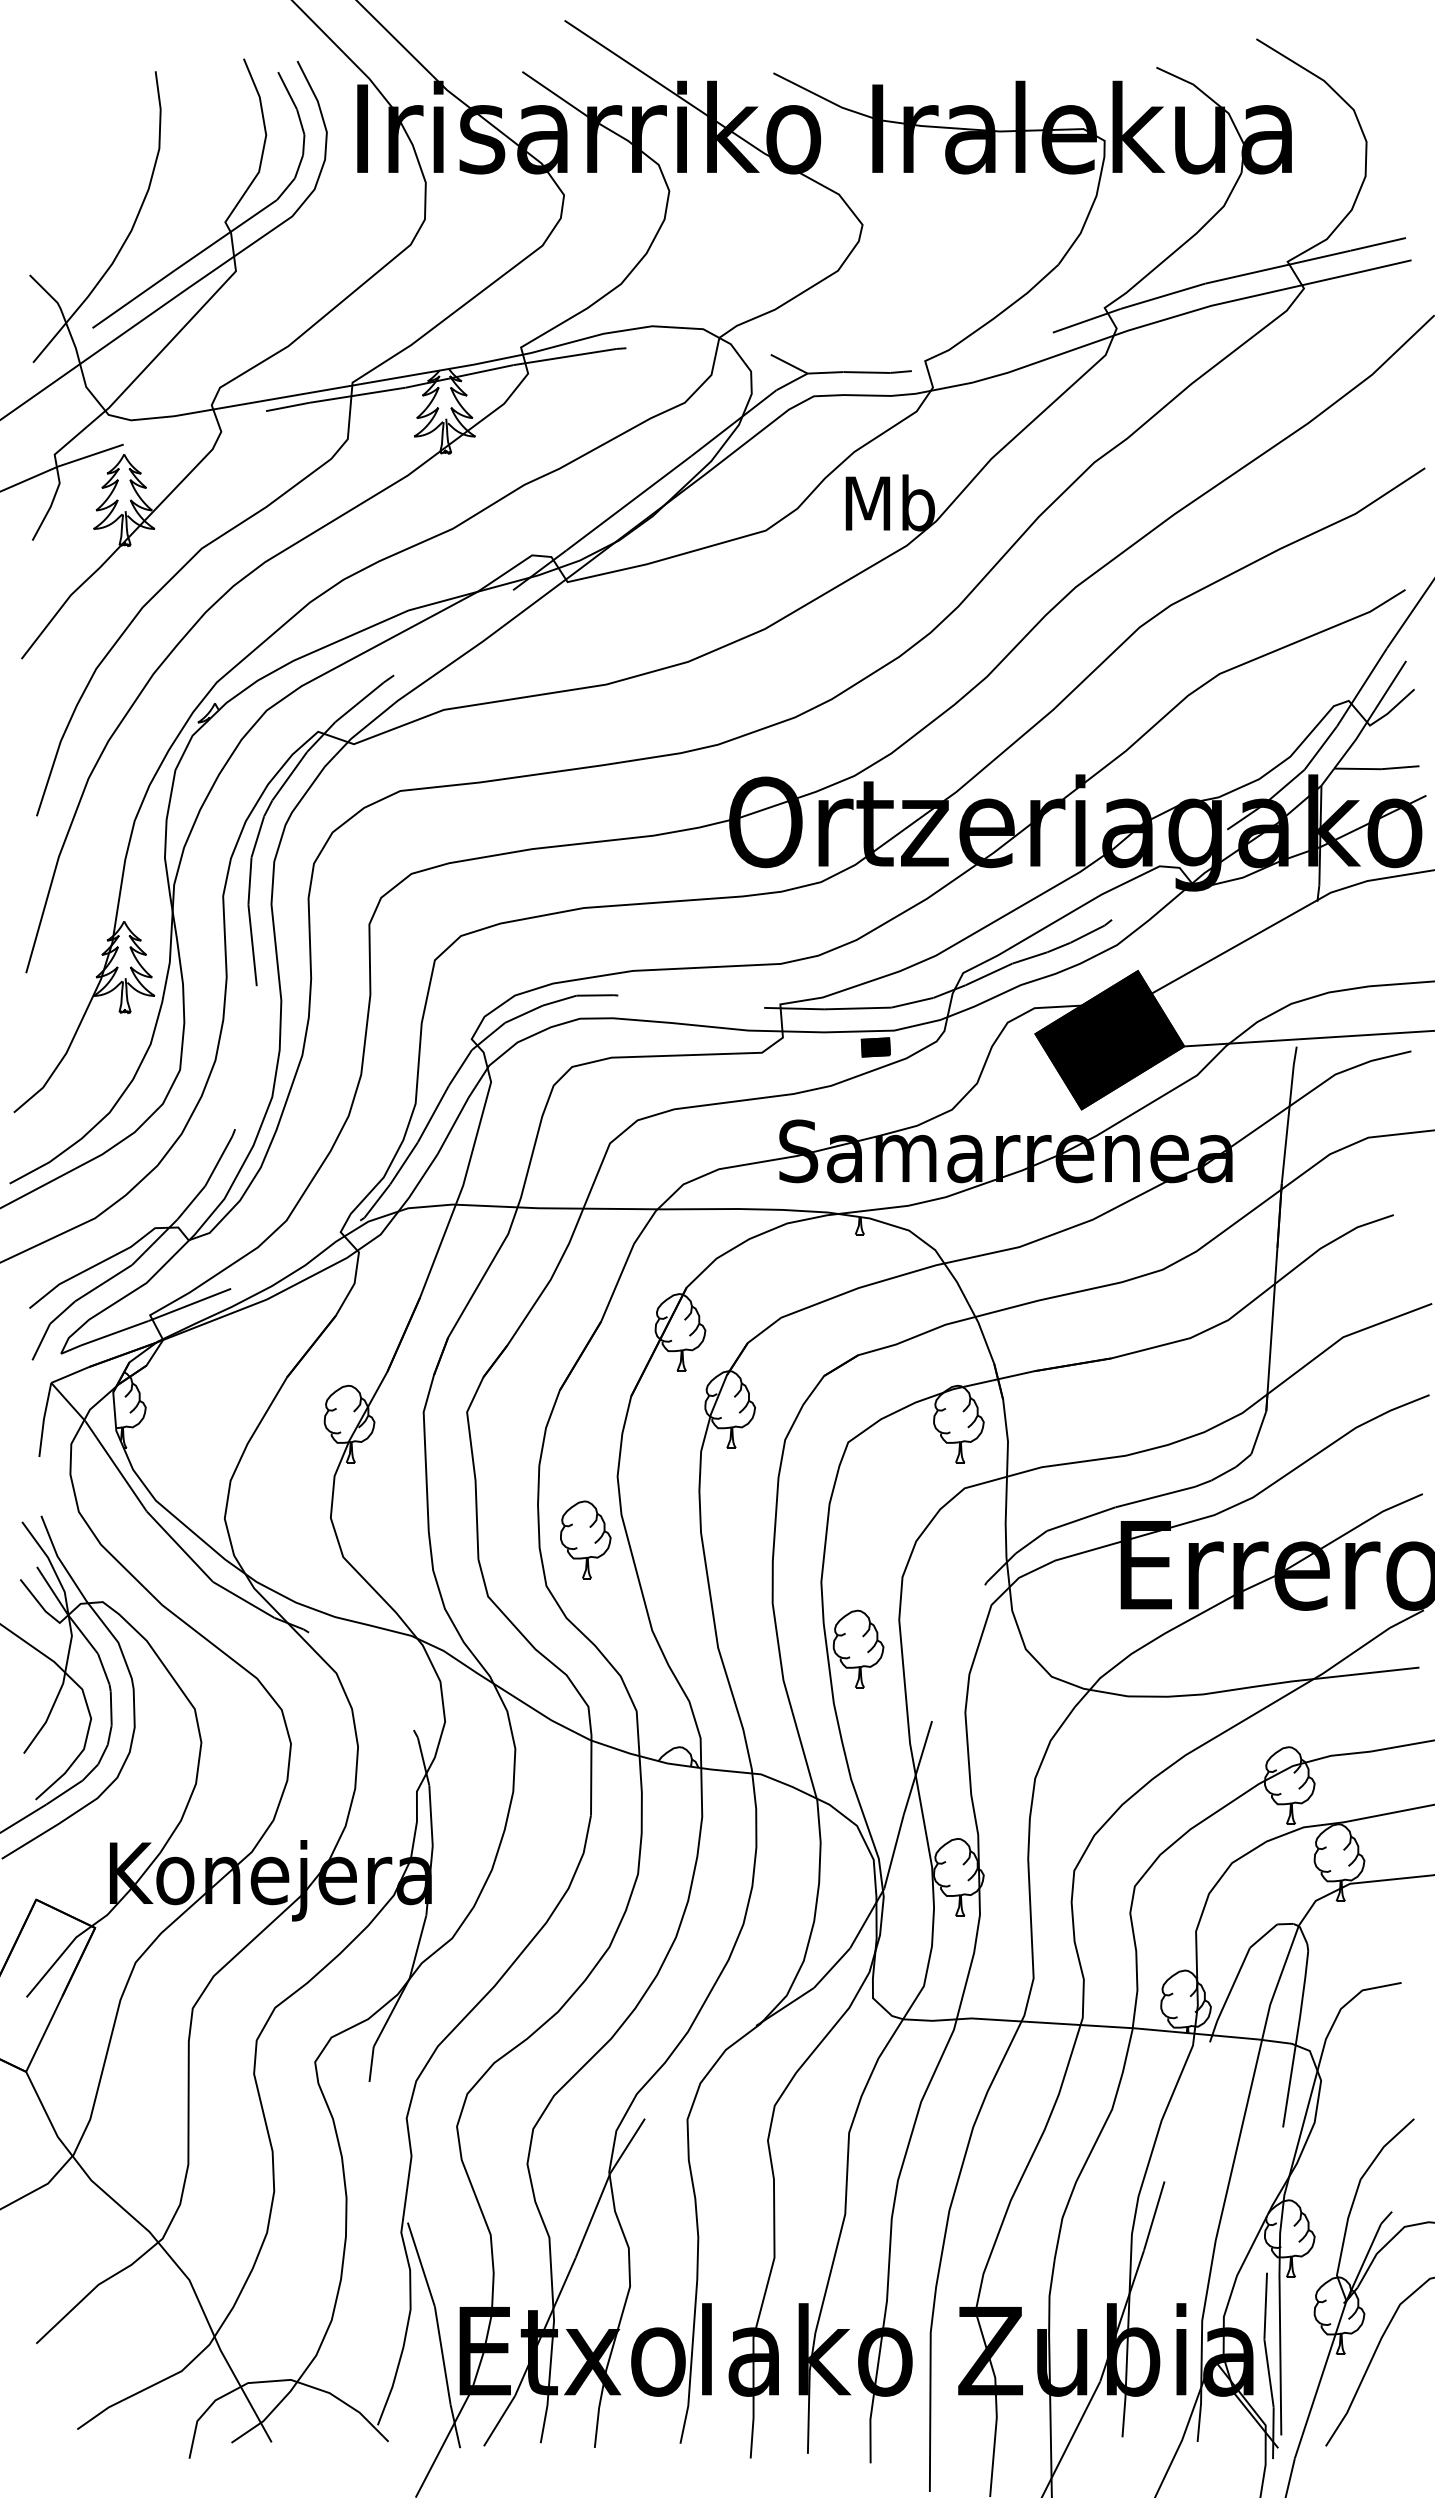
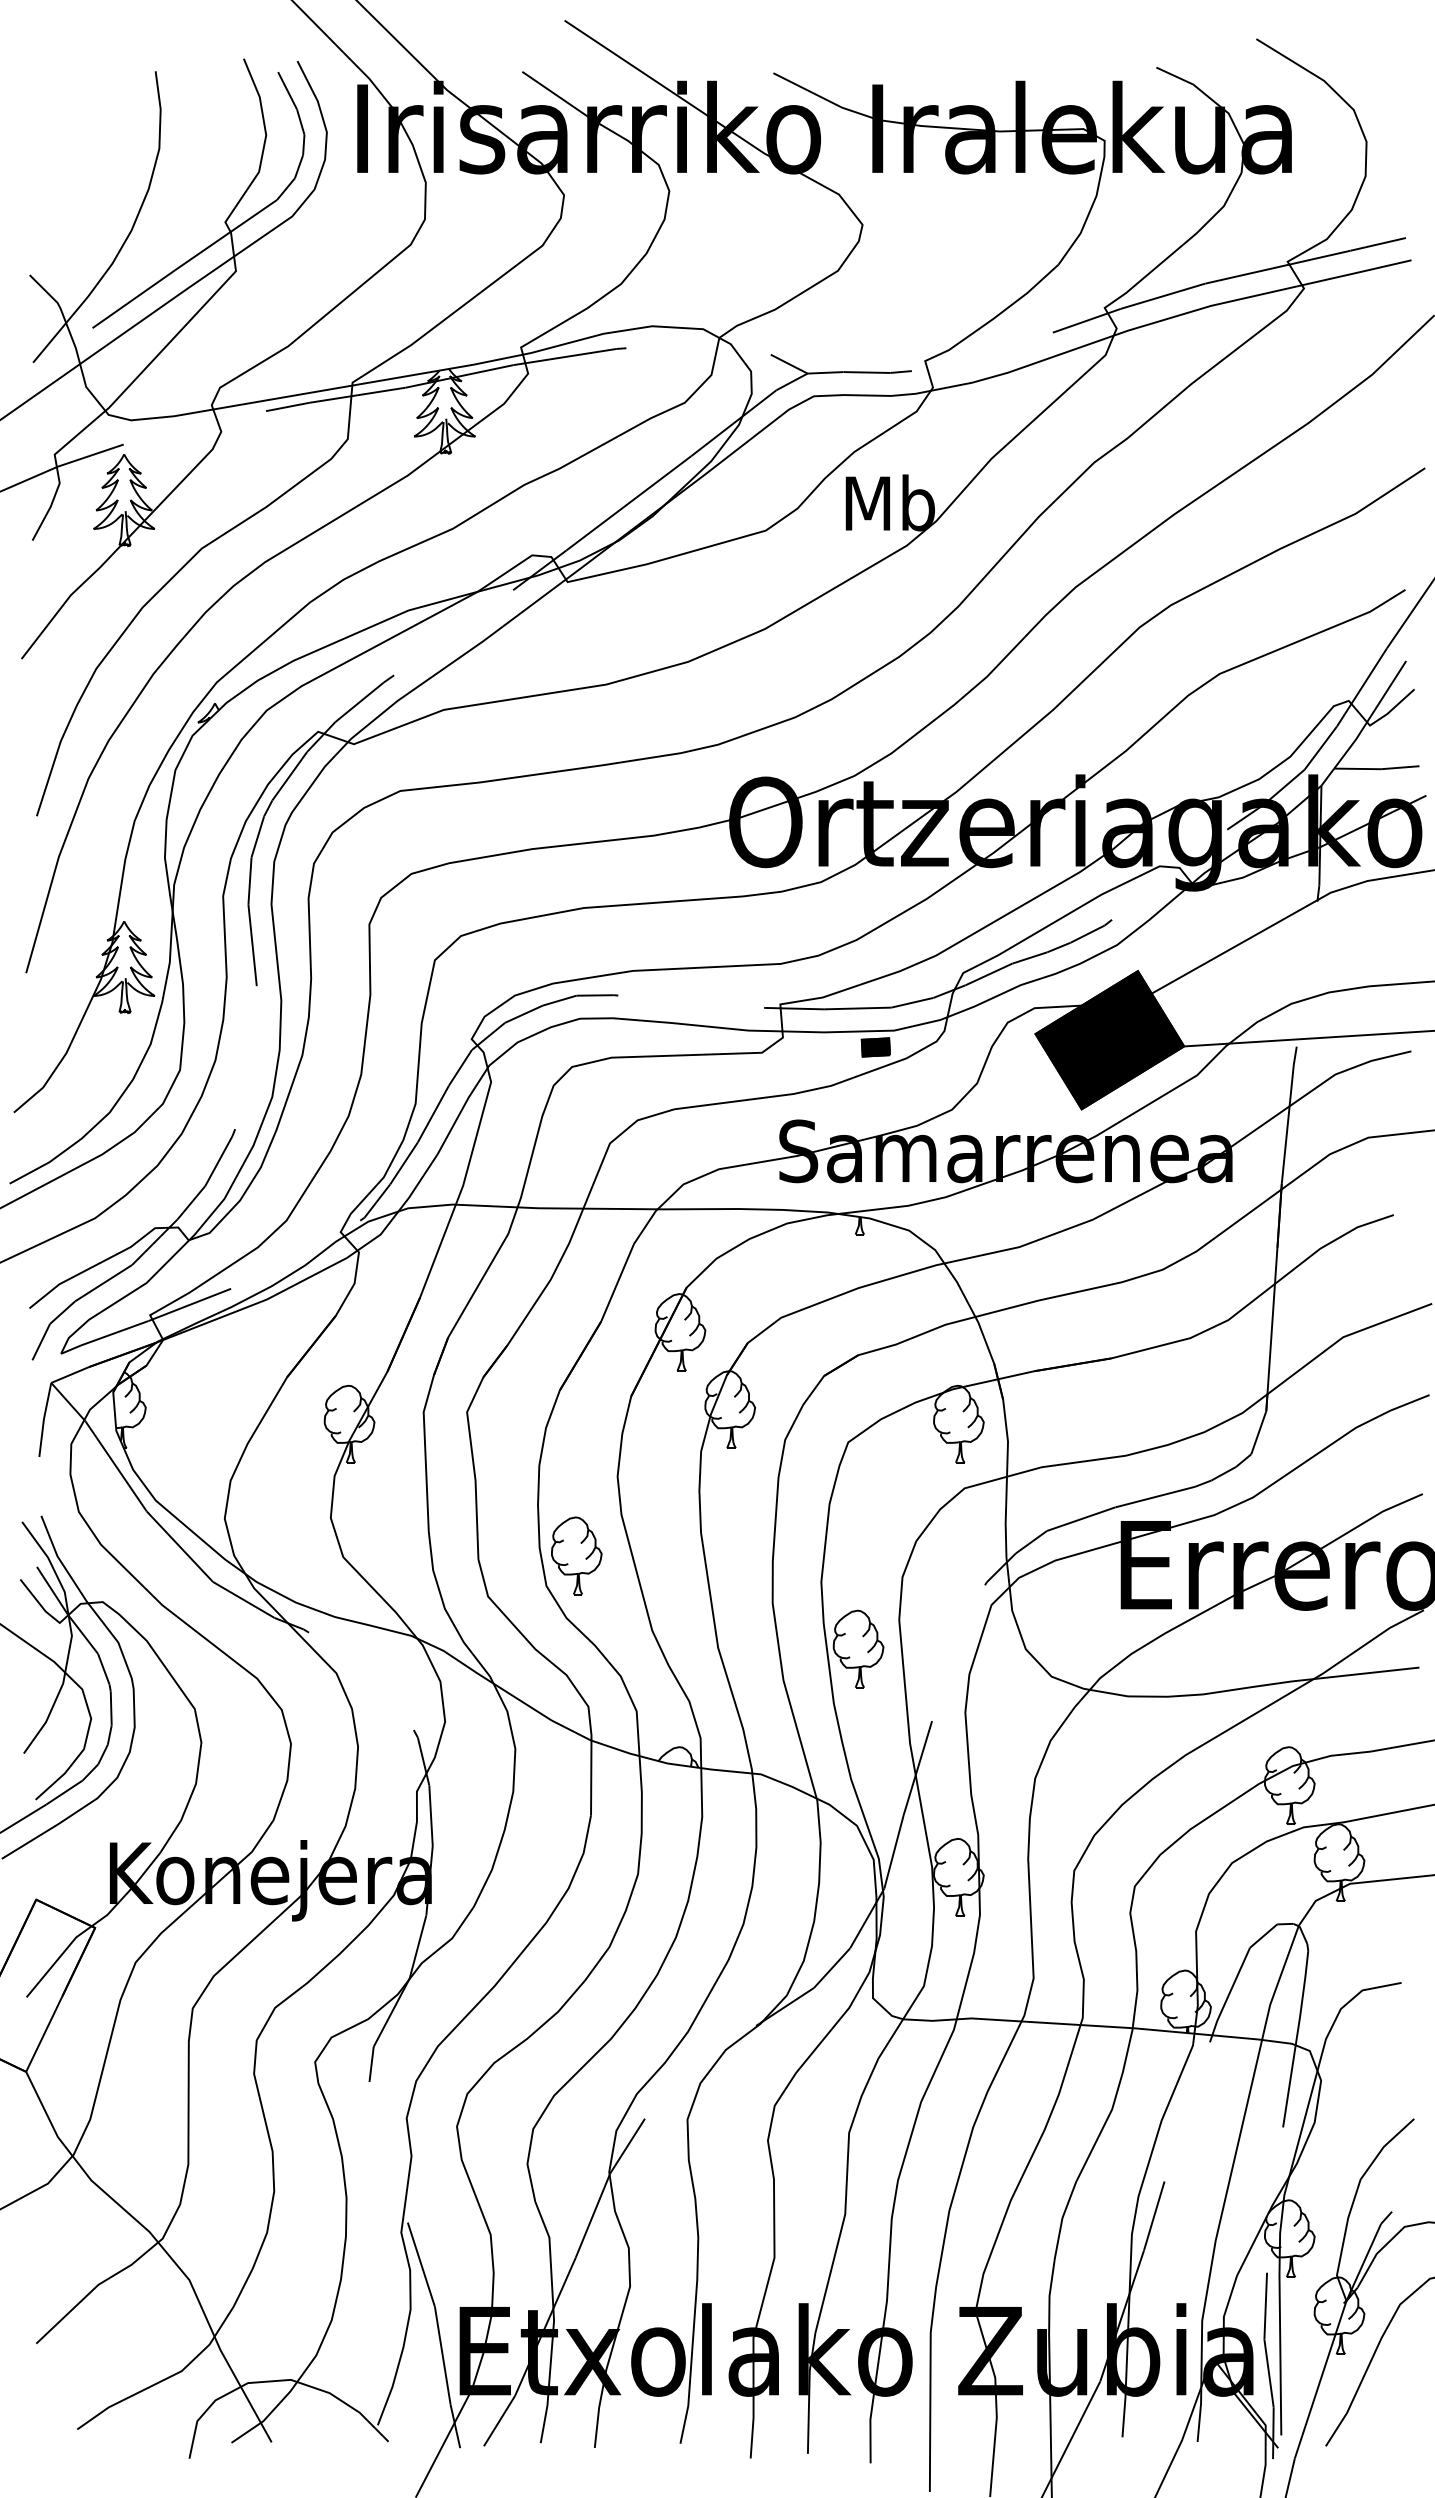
part at (585, 1539) position: (585, 1539) -> (576, 1555)
